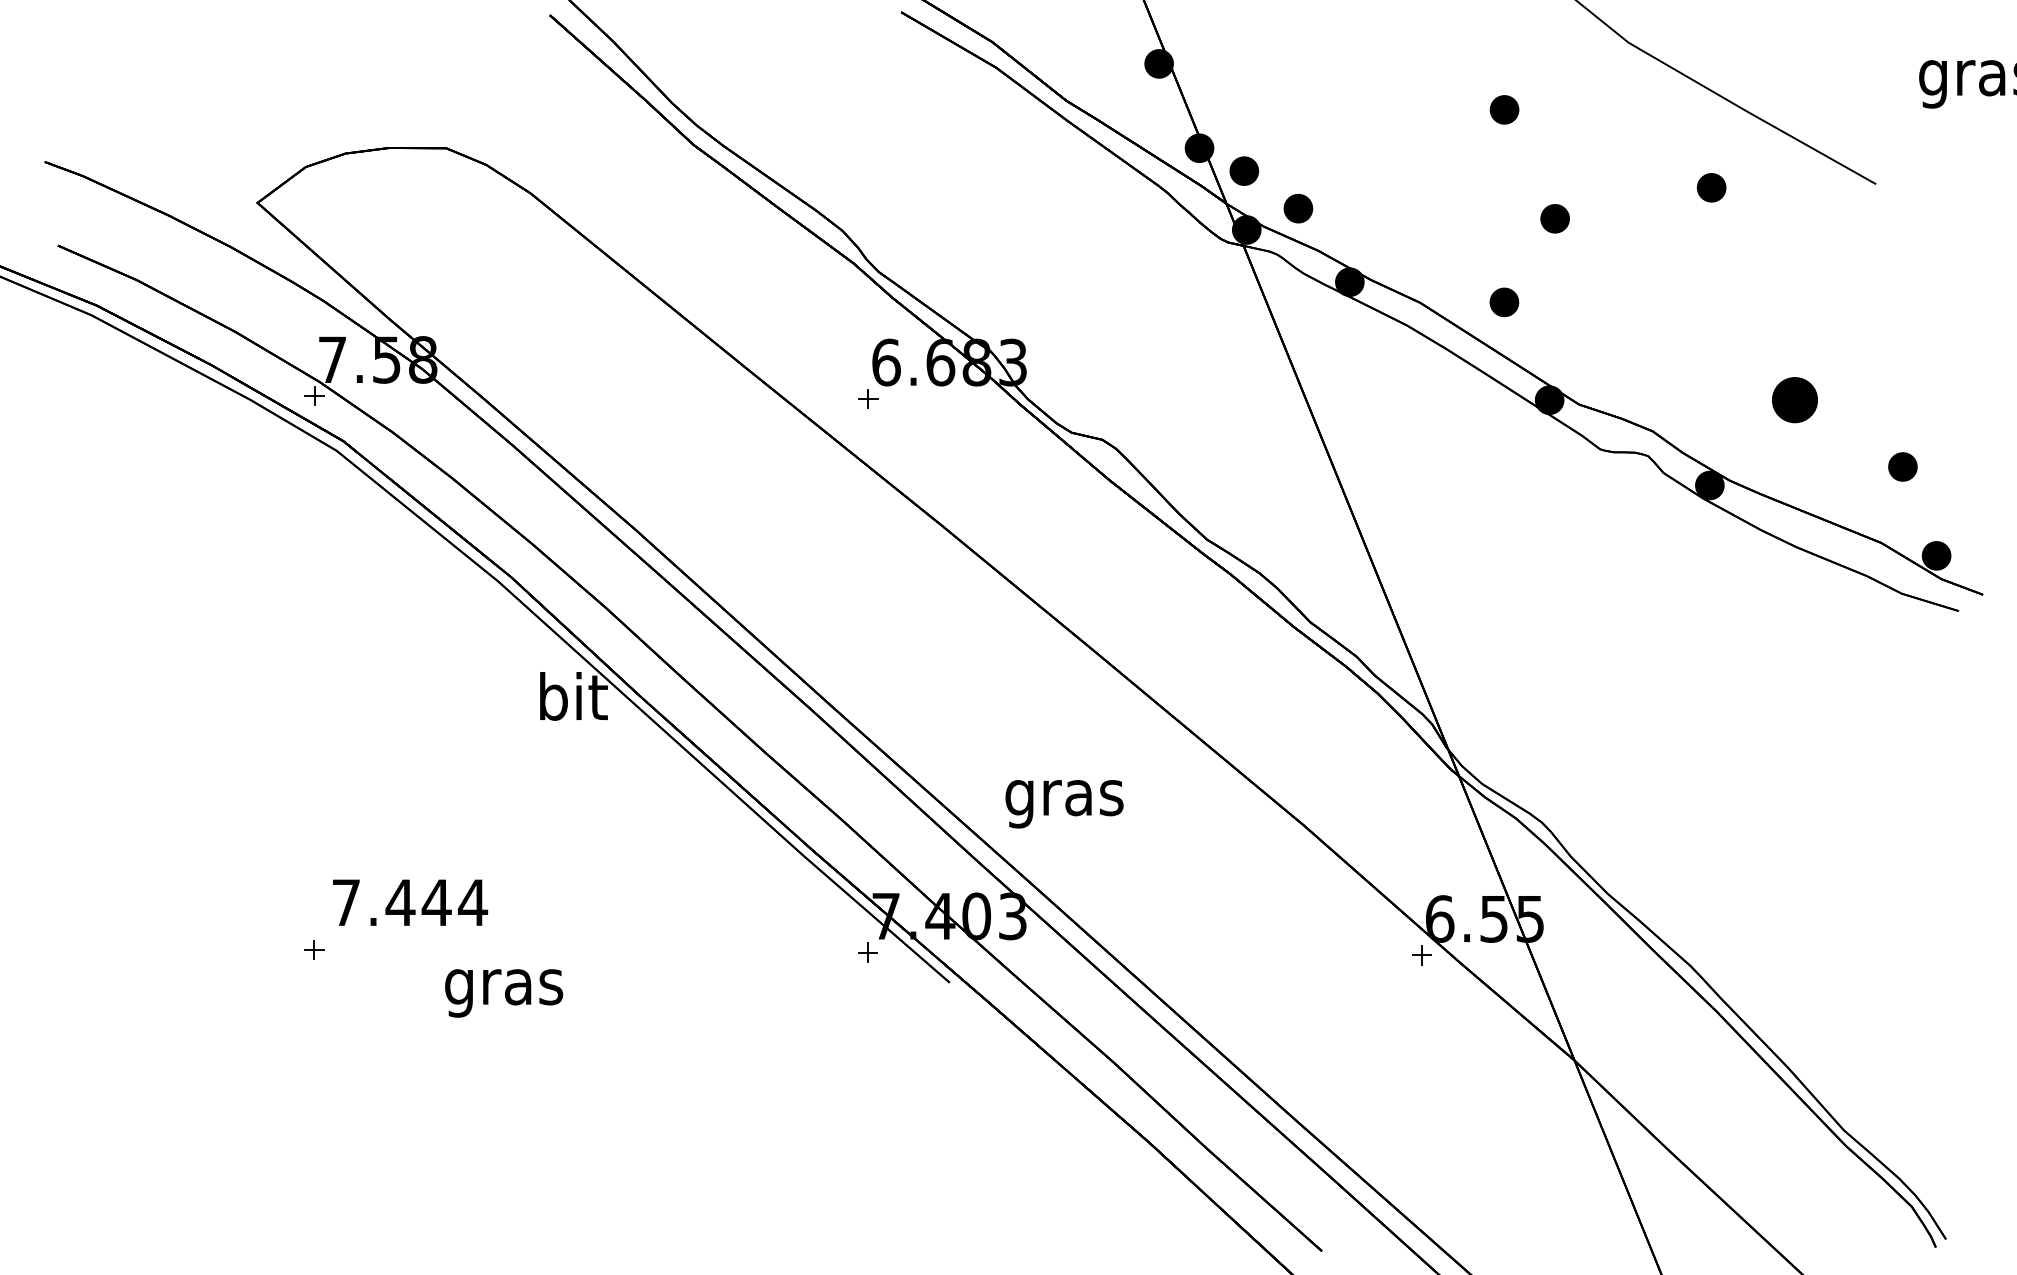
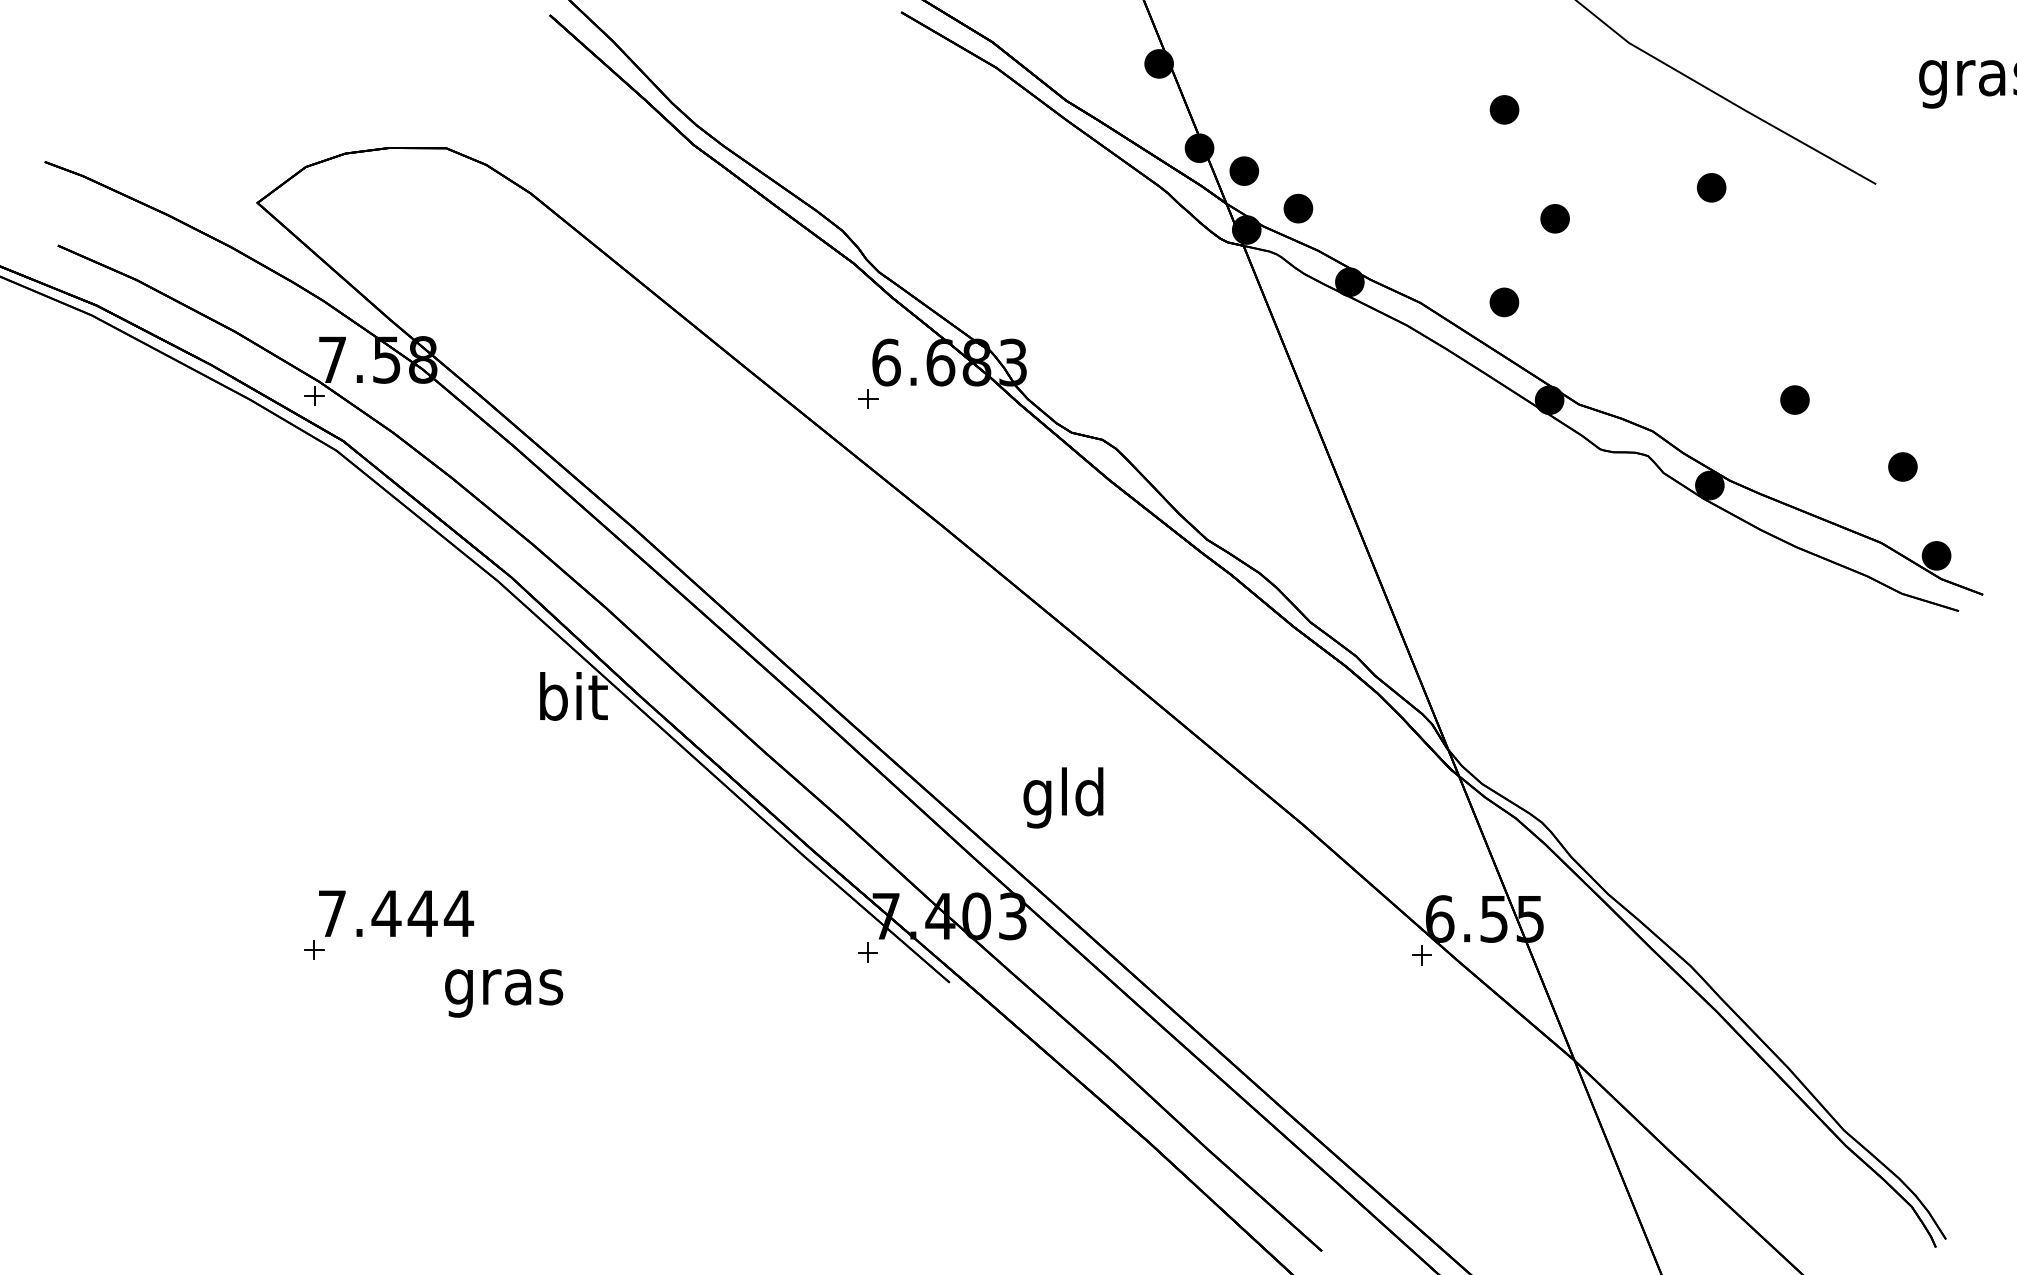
part at (1794, 400) size: 46x47 px -> 30x30 px
text at (1064, 797): gras -> gld
text at (410, 902) position: (410, 902) -> (396, 913)
